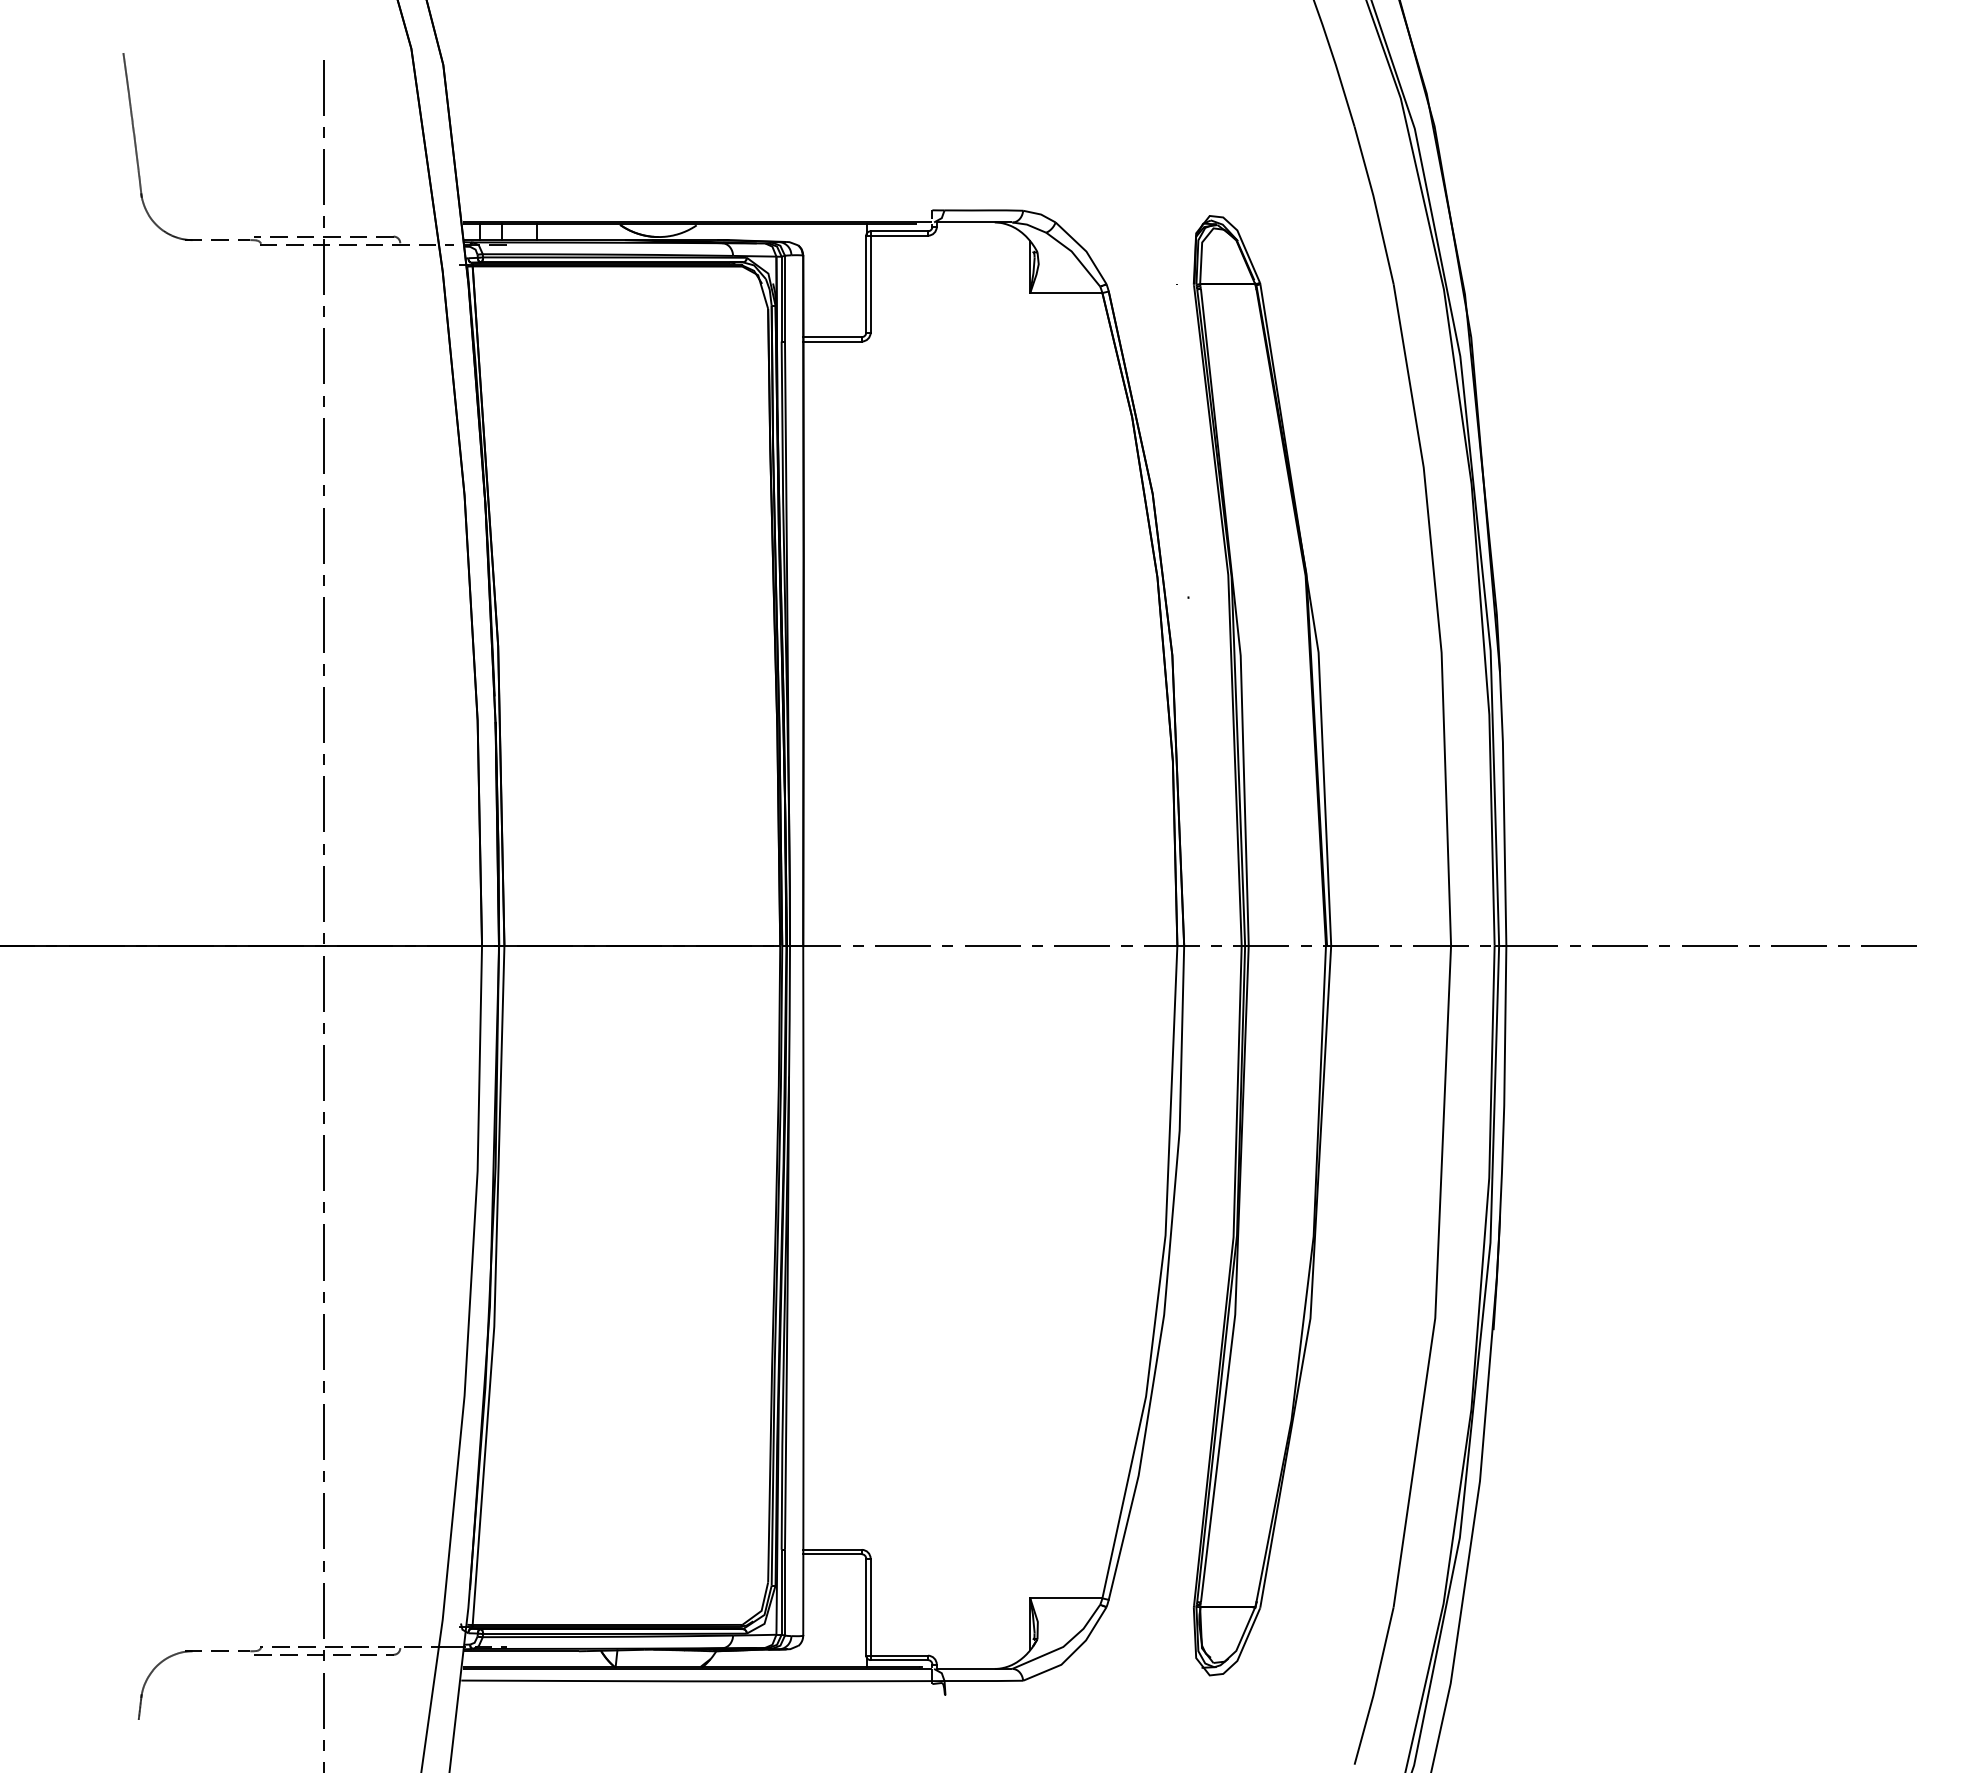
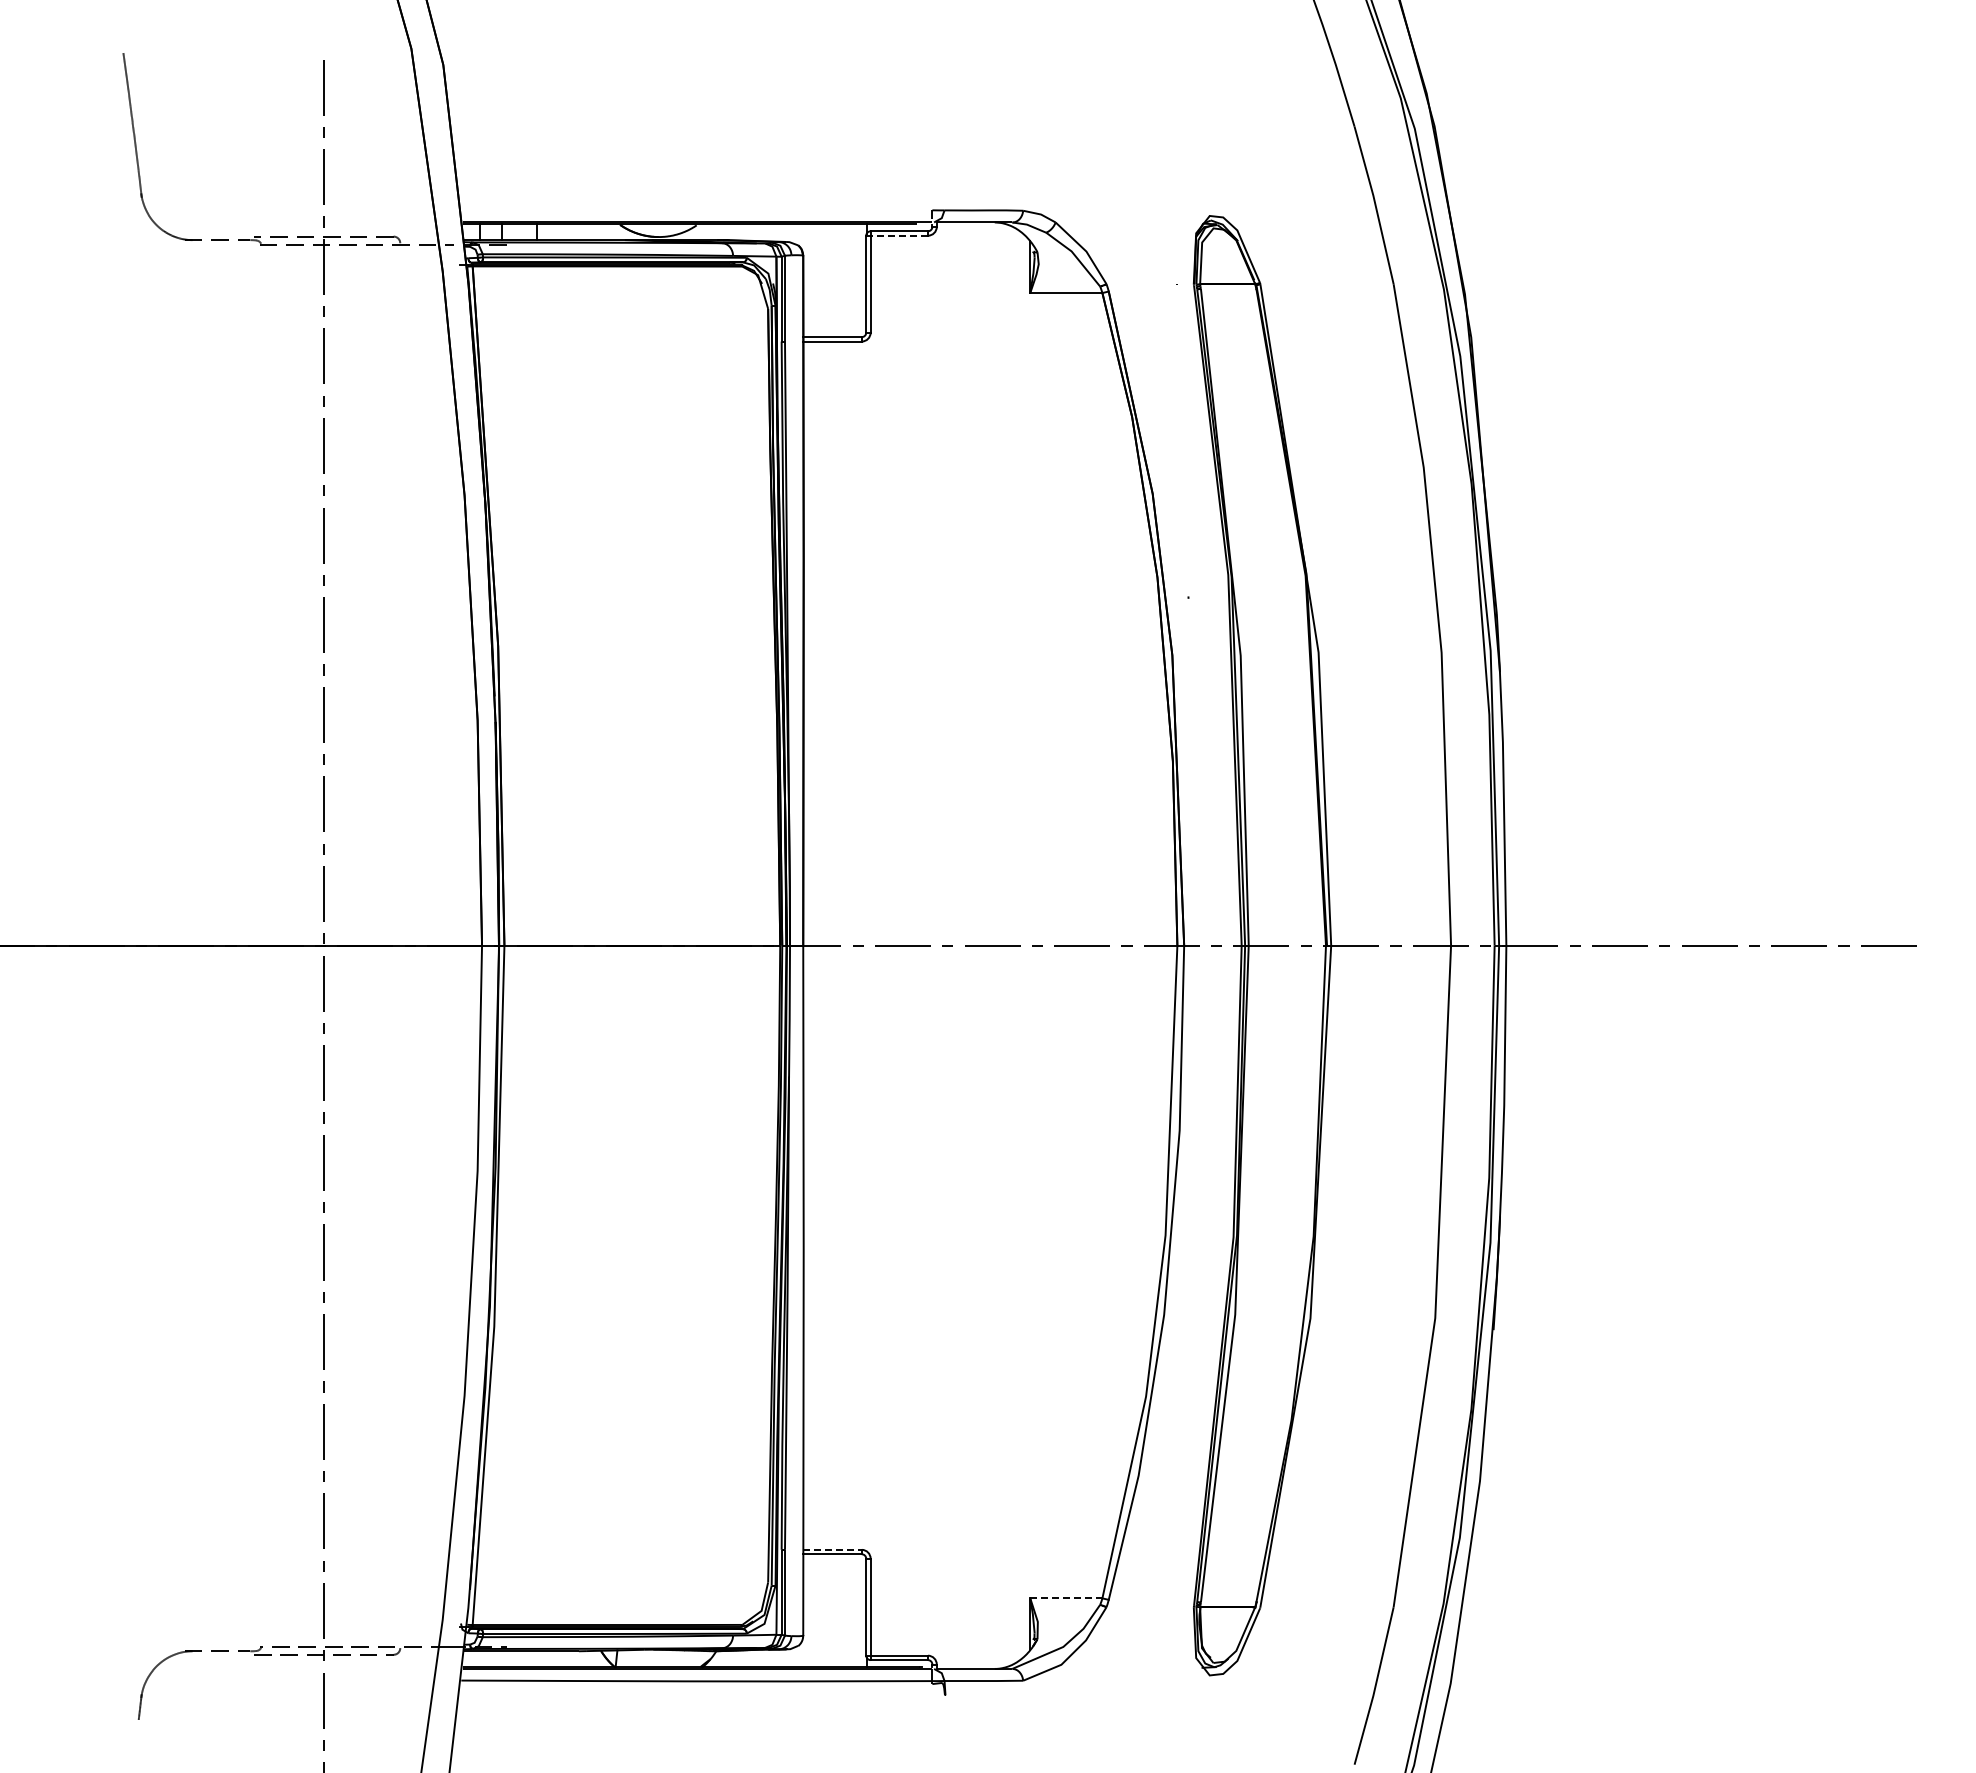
line at (899, 235): solid -> dashed
line at (833, 1549): solid -> dashed
line at (1066, 1598): solid -> dashed
